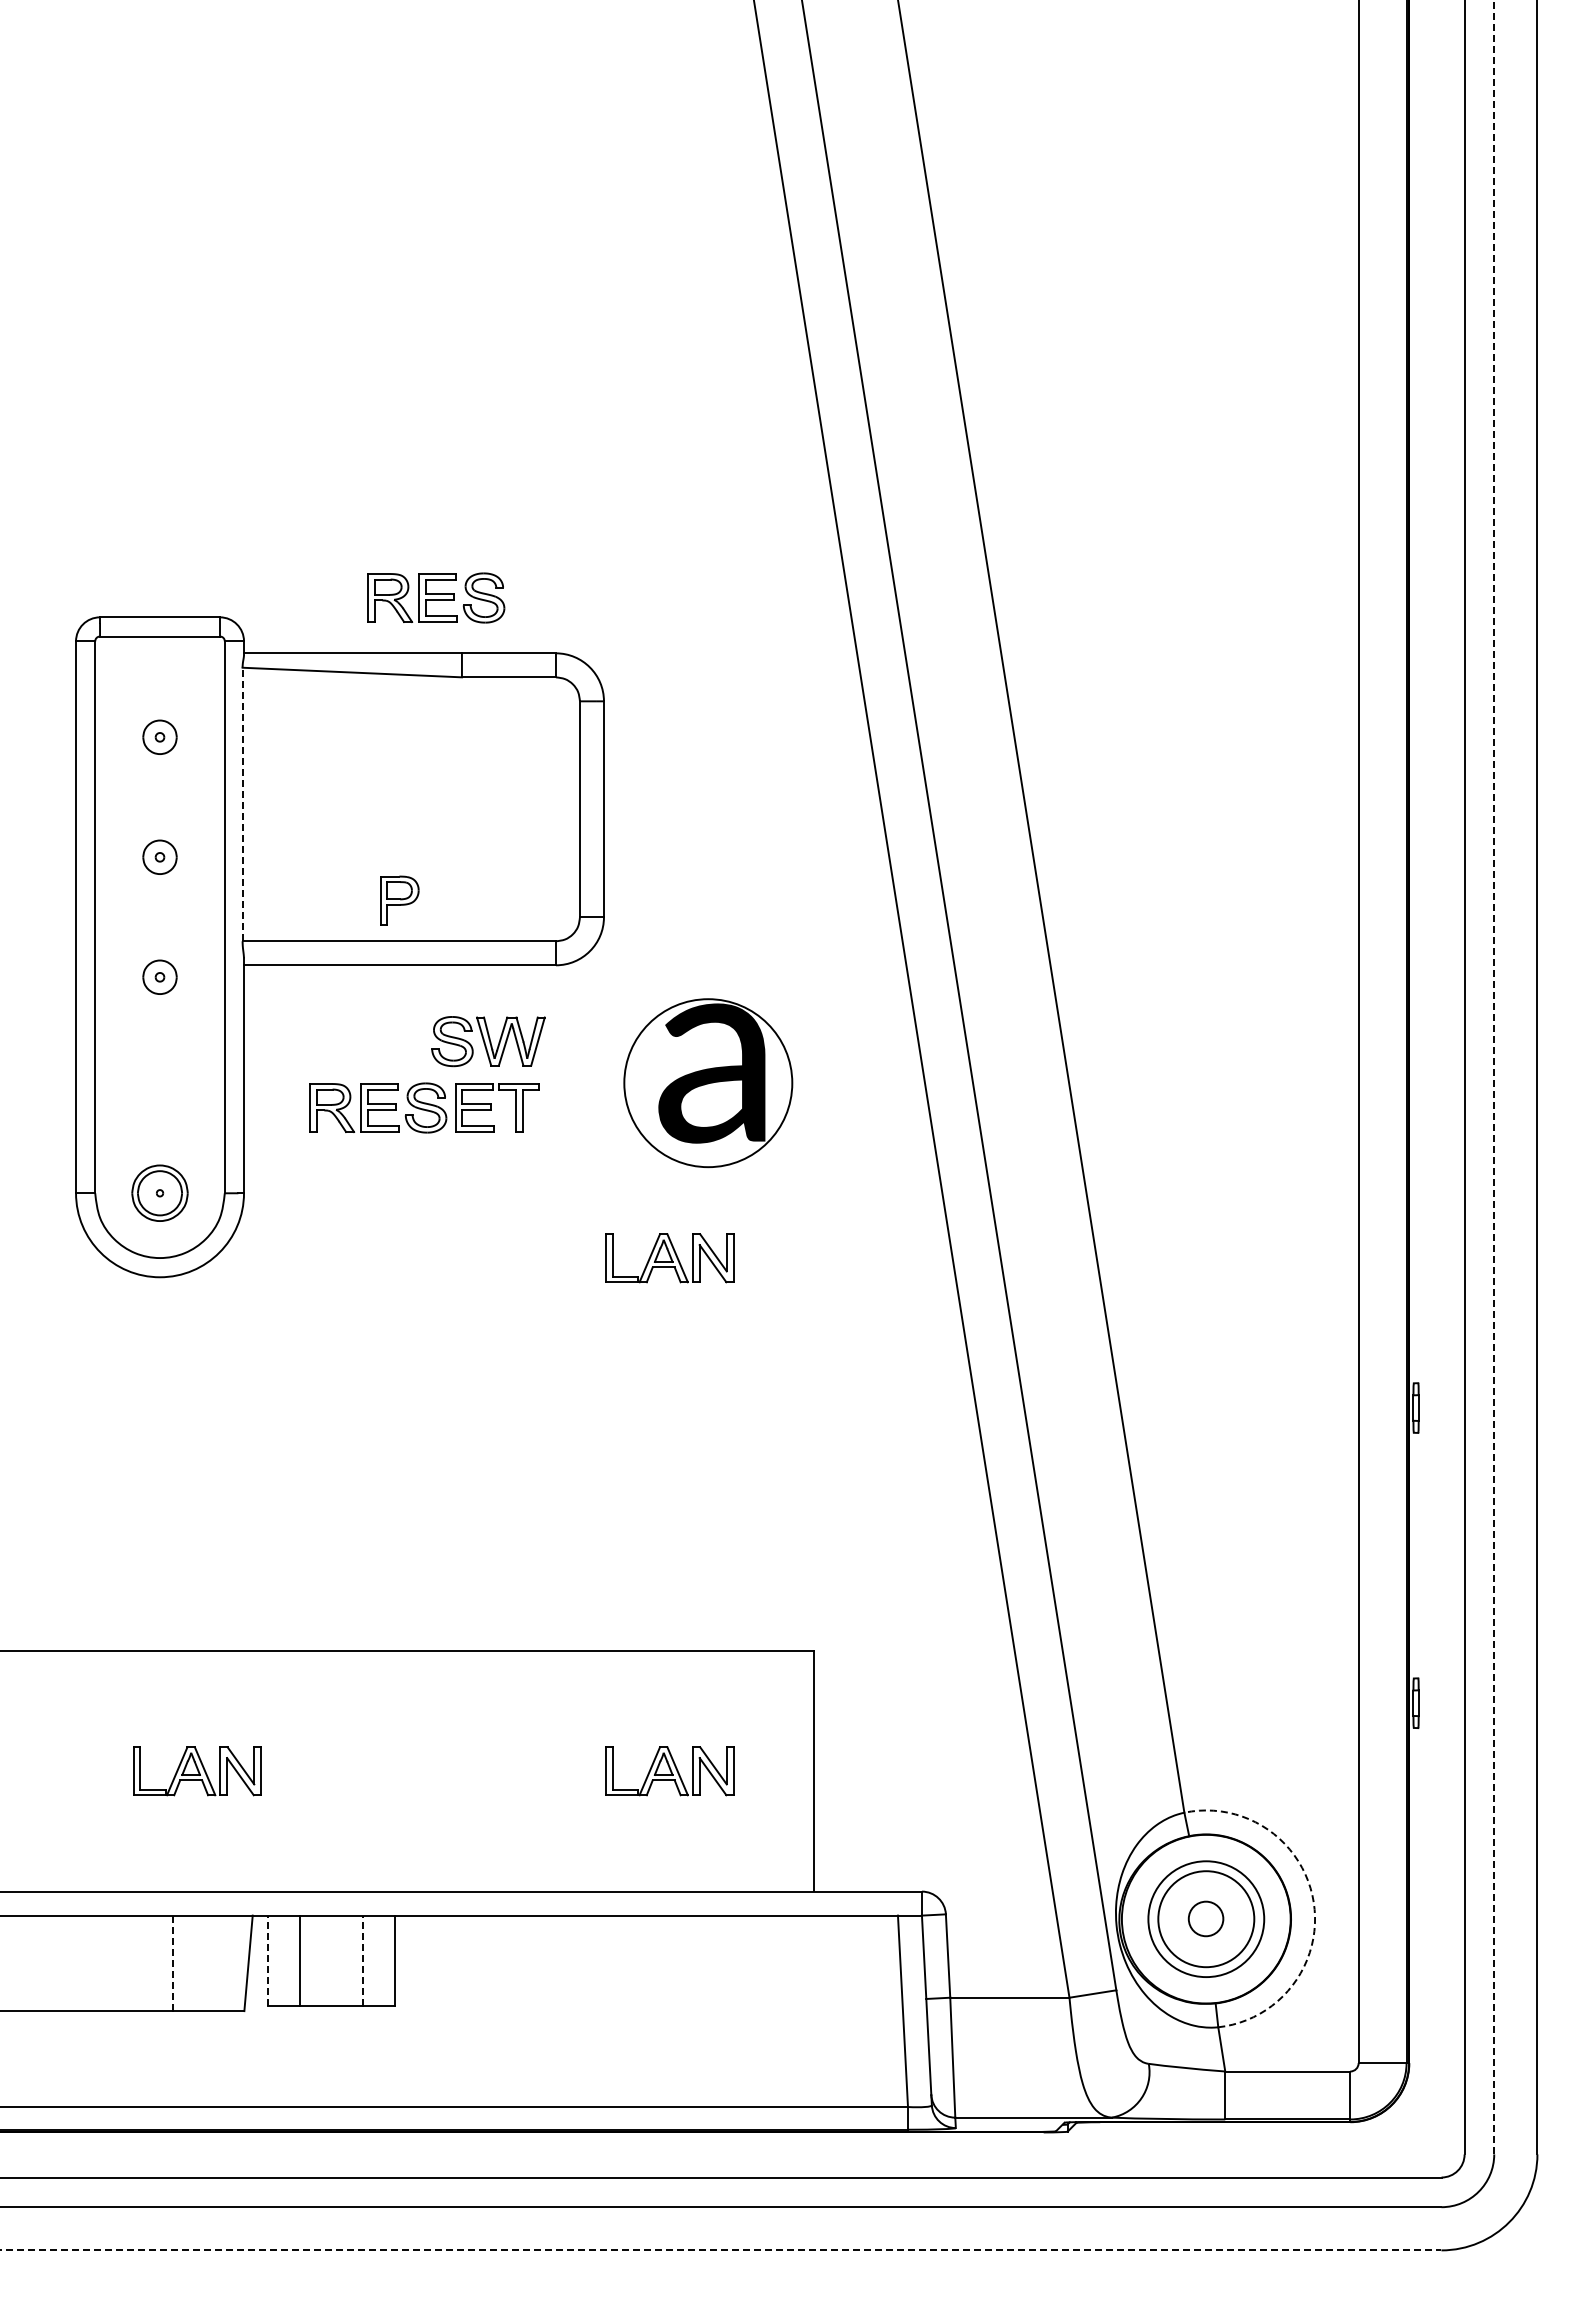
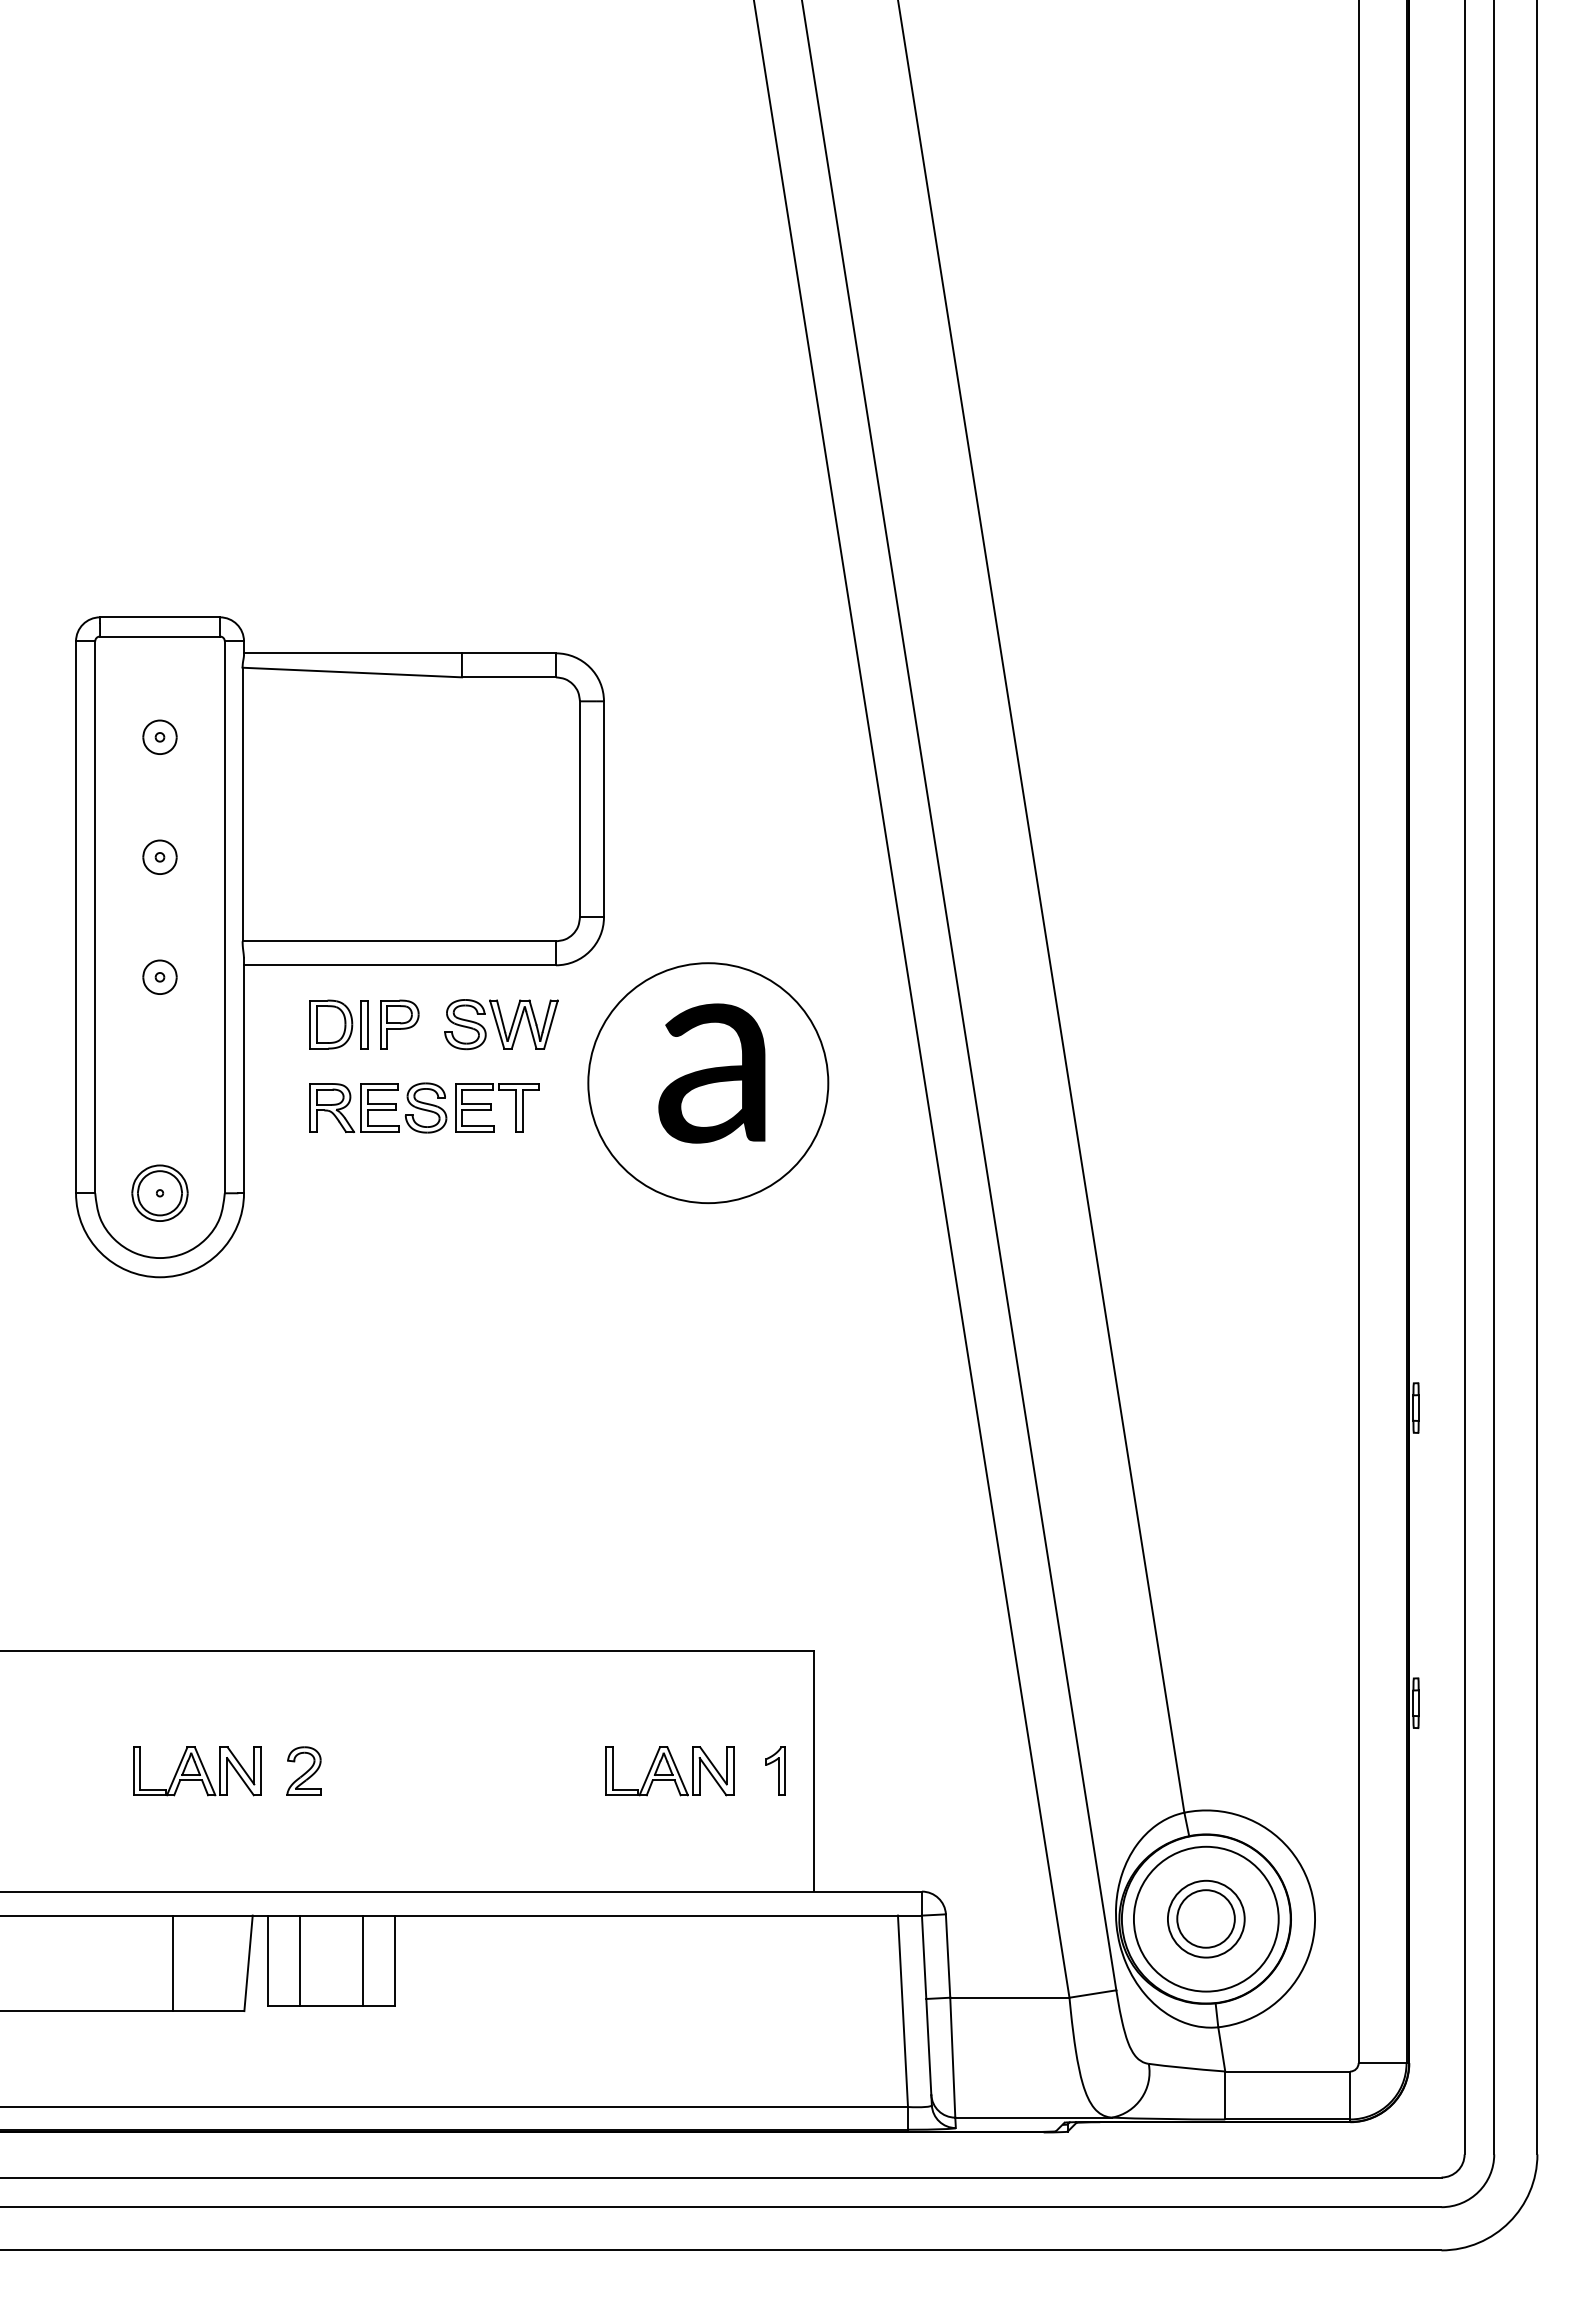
part at (436, 597): present -> none
line at (242, 804): dashed -> solid
part at (399, 900) position: (399, 900) -> (399, 1024)
part at (338, 1024): none -> present
part at (488, 1041) position: (488, 1041) -> (501, 1024)
line at (1494, 1077): dashed -> solid
circle at (708, 1083) diameter: 168 px -> 240 px
part at (669, 1258): present -> none
part at (303, 1770): none -> present
part at (775, 1770): none -> present
arc at (1313, 1902): dashed -> solid
circle at (1205, 1918) diameter: 35 px -> 58 px
circle at (1206, 1919) diameter: 116 px -> 145 px
circle at (1206, 1919) diameter: 96 px -> 77 px
line at (267, 1960): dashed -> solid
line at (363, 1960): dashed -> solid
line at (173, 1963): dashed -> solid
line at (721, 2250): dashed -> solid
